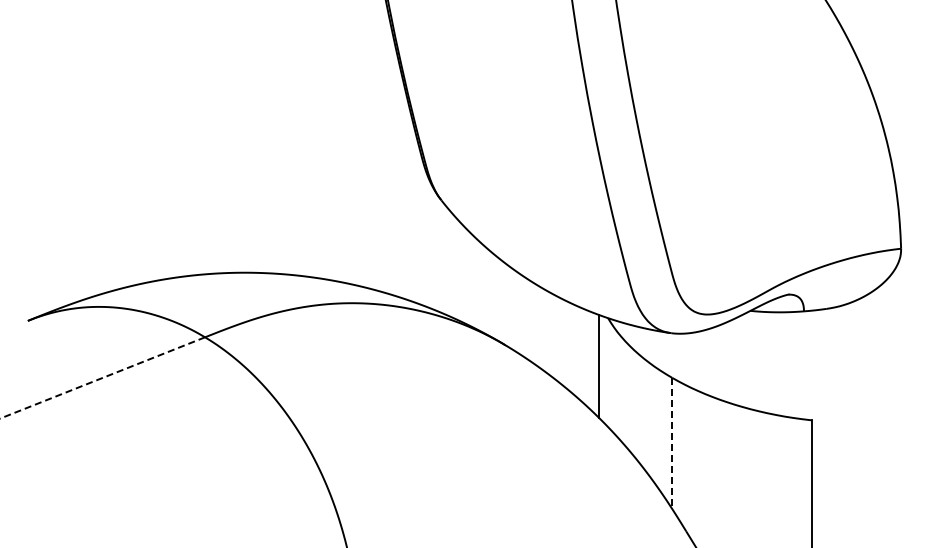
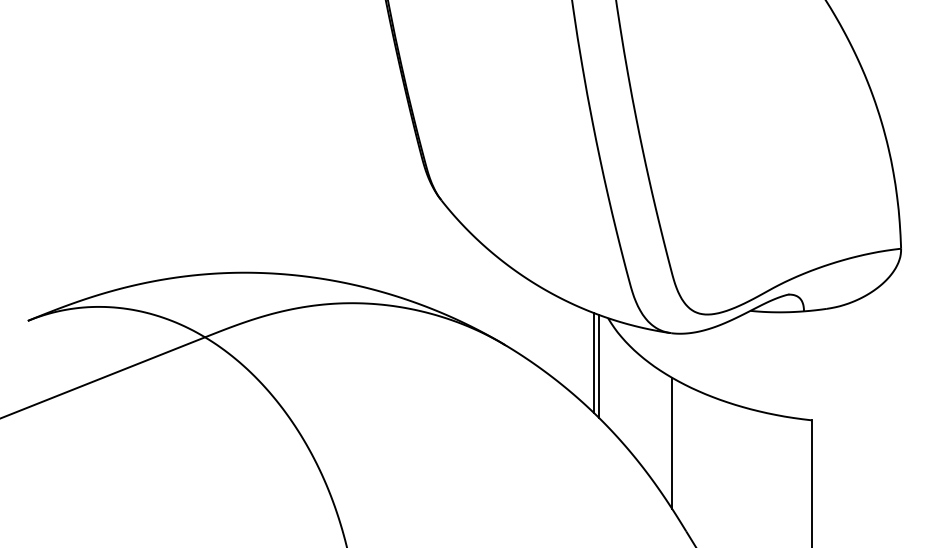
line at (594, 363): none -> present
line at (102, 377): dashed -> solid
line at (672, 443): dashed -> solid
